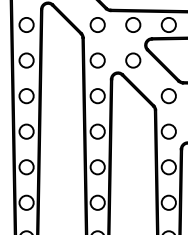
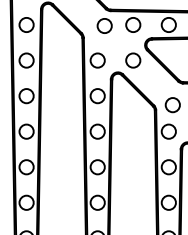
circle at (97, 24) position: (97, 24) -> (104, 25)
circle at (168, 96) position: (168, 96) -> (172, 105)
